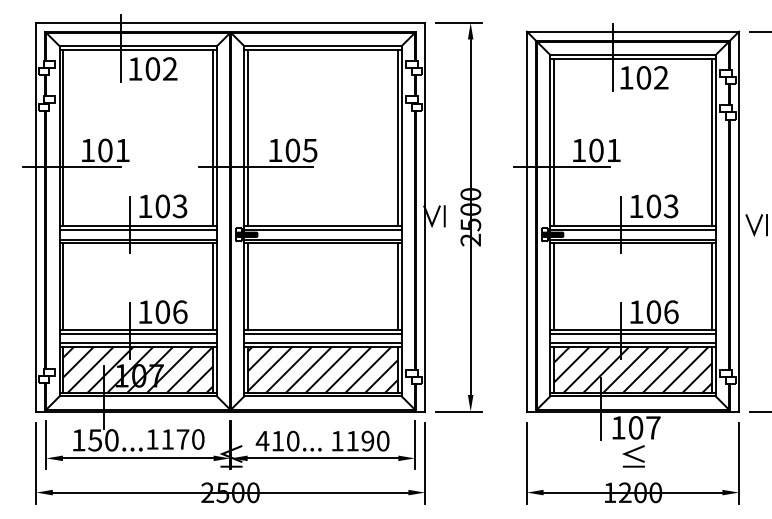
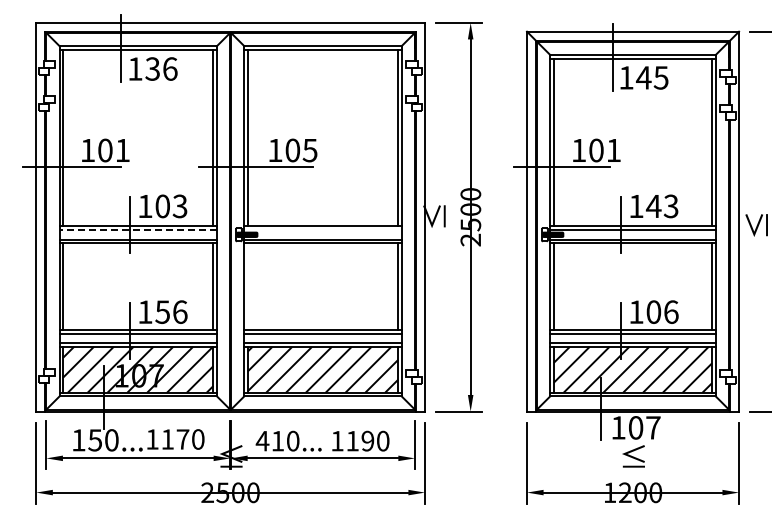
text at (161, 68): 102 -> 136
text at (652, 77): 102 -> 145
text at (653, 206): 103 -> 143
line at (138, 230): solid -> dashed
line at (322, 230): present -> none
line at (247, 286): present -> none
text at (162, 311): 106 -> 156
